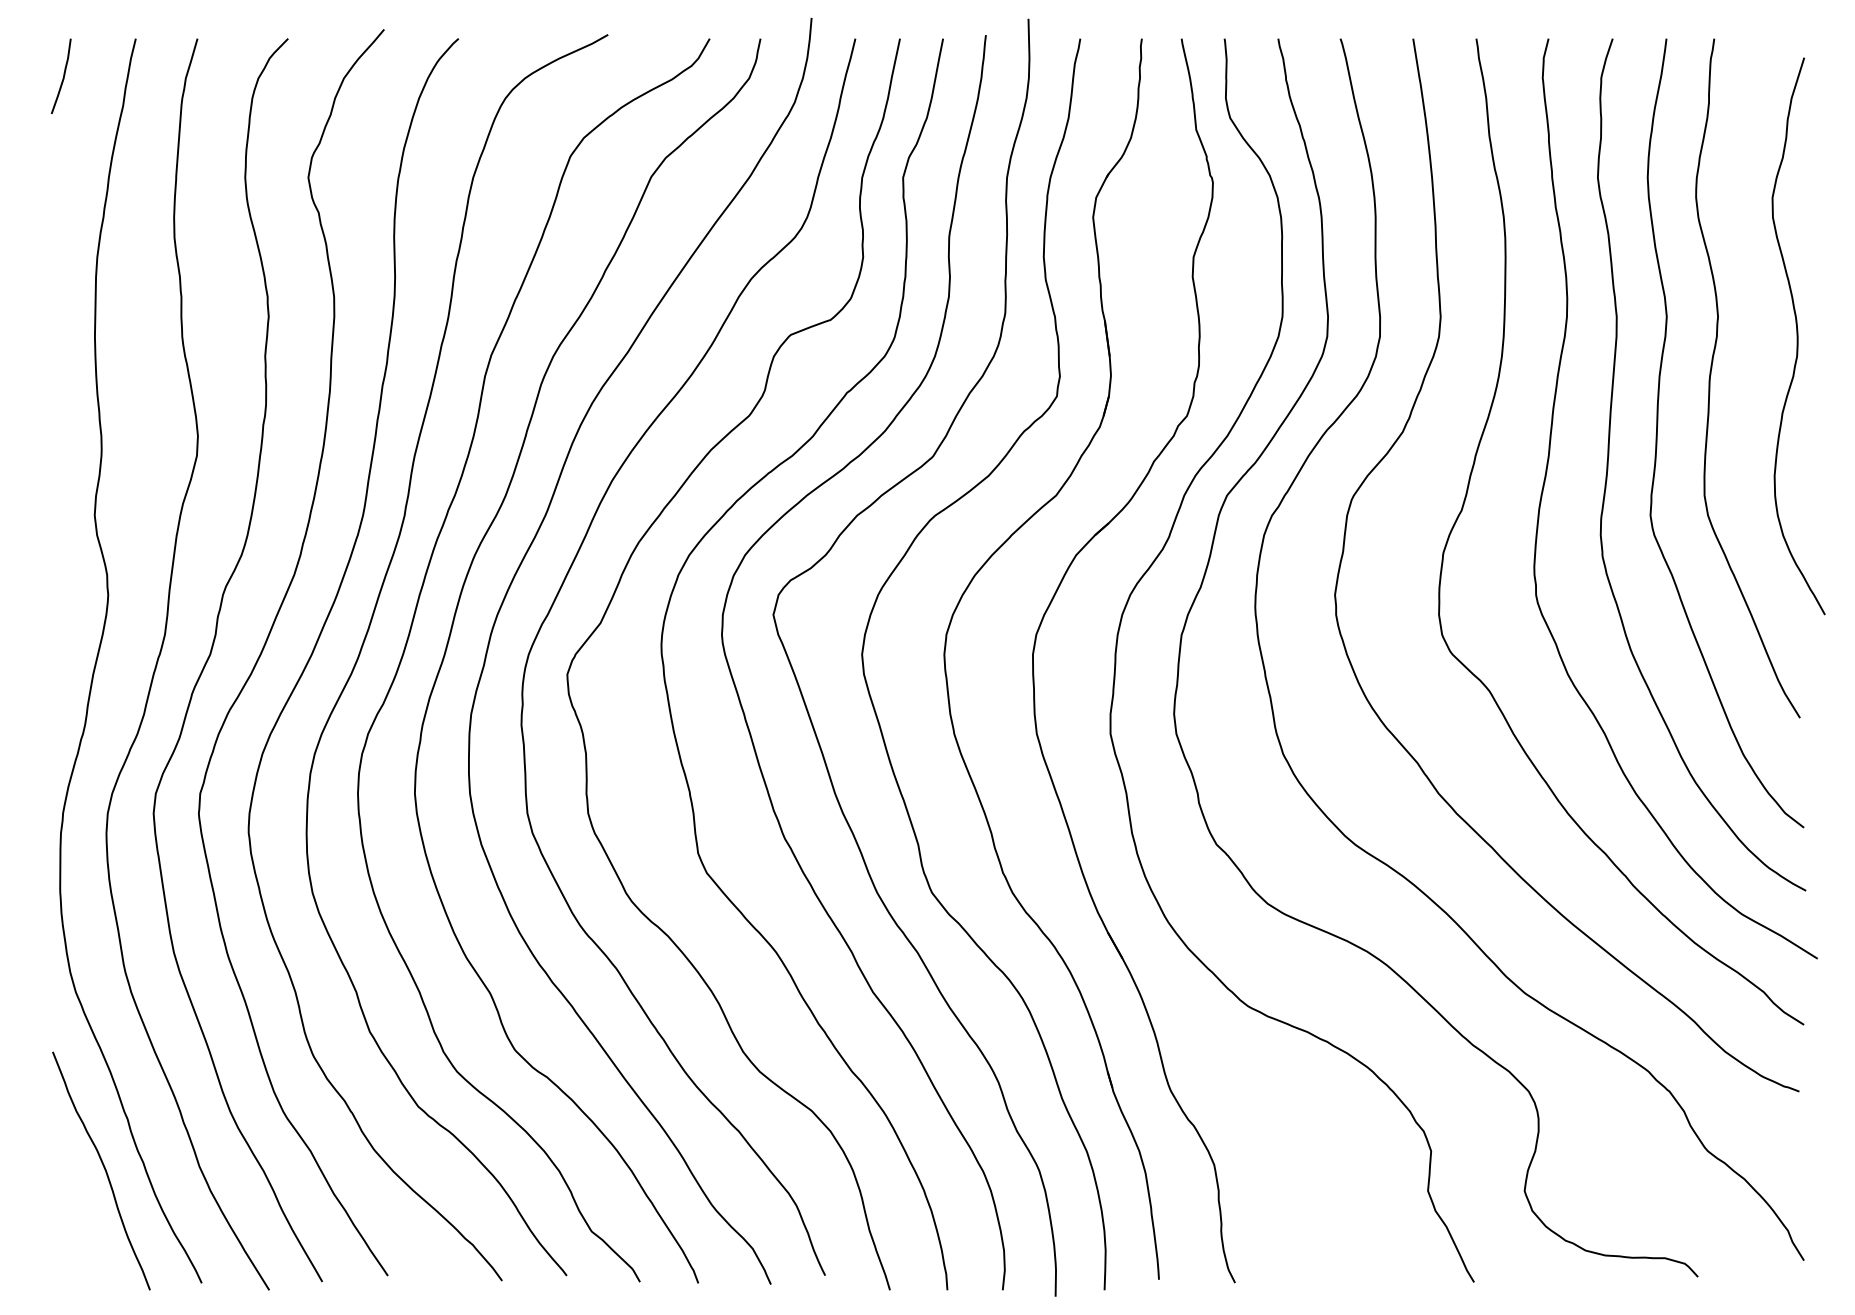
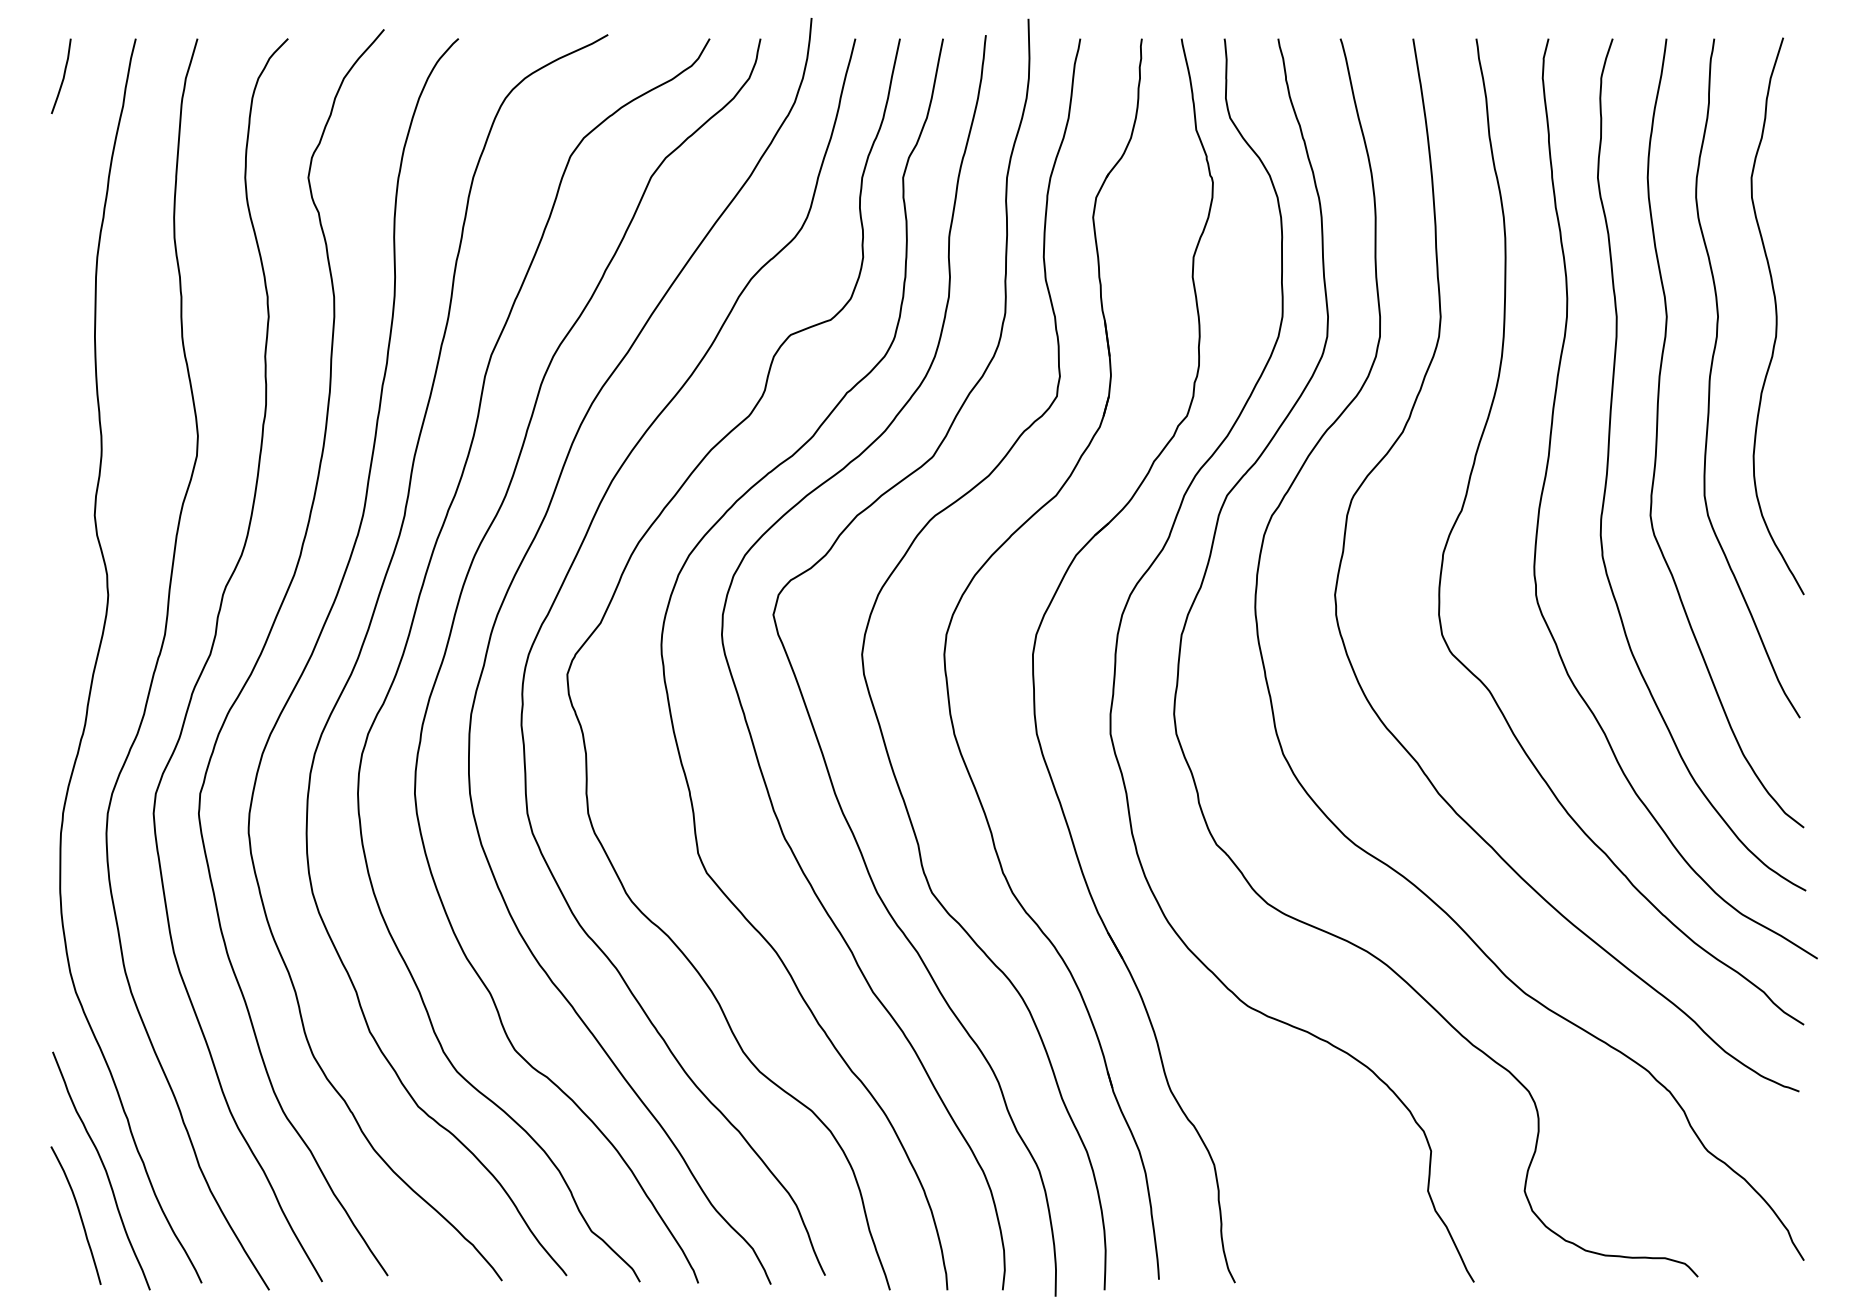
curve at (1798, 336) position: (1798, 336) -> (1777, 316)
curve at (78, 1213): none -> present
